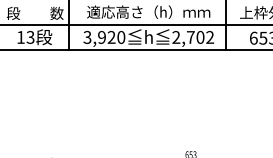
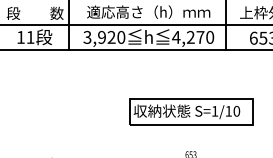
text at (30, 36): 13 -> 11
text at (193, 36): 2,702 -> 4,270
part at (191, 111): none -> present
